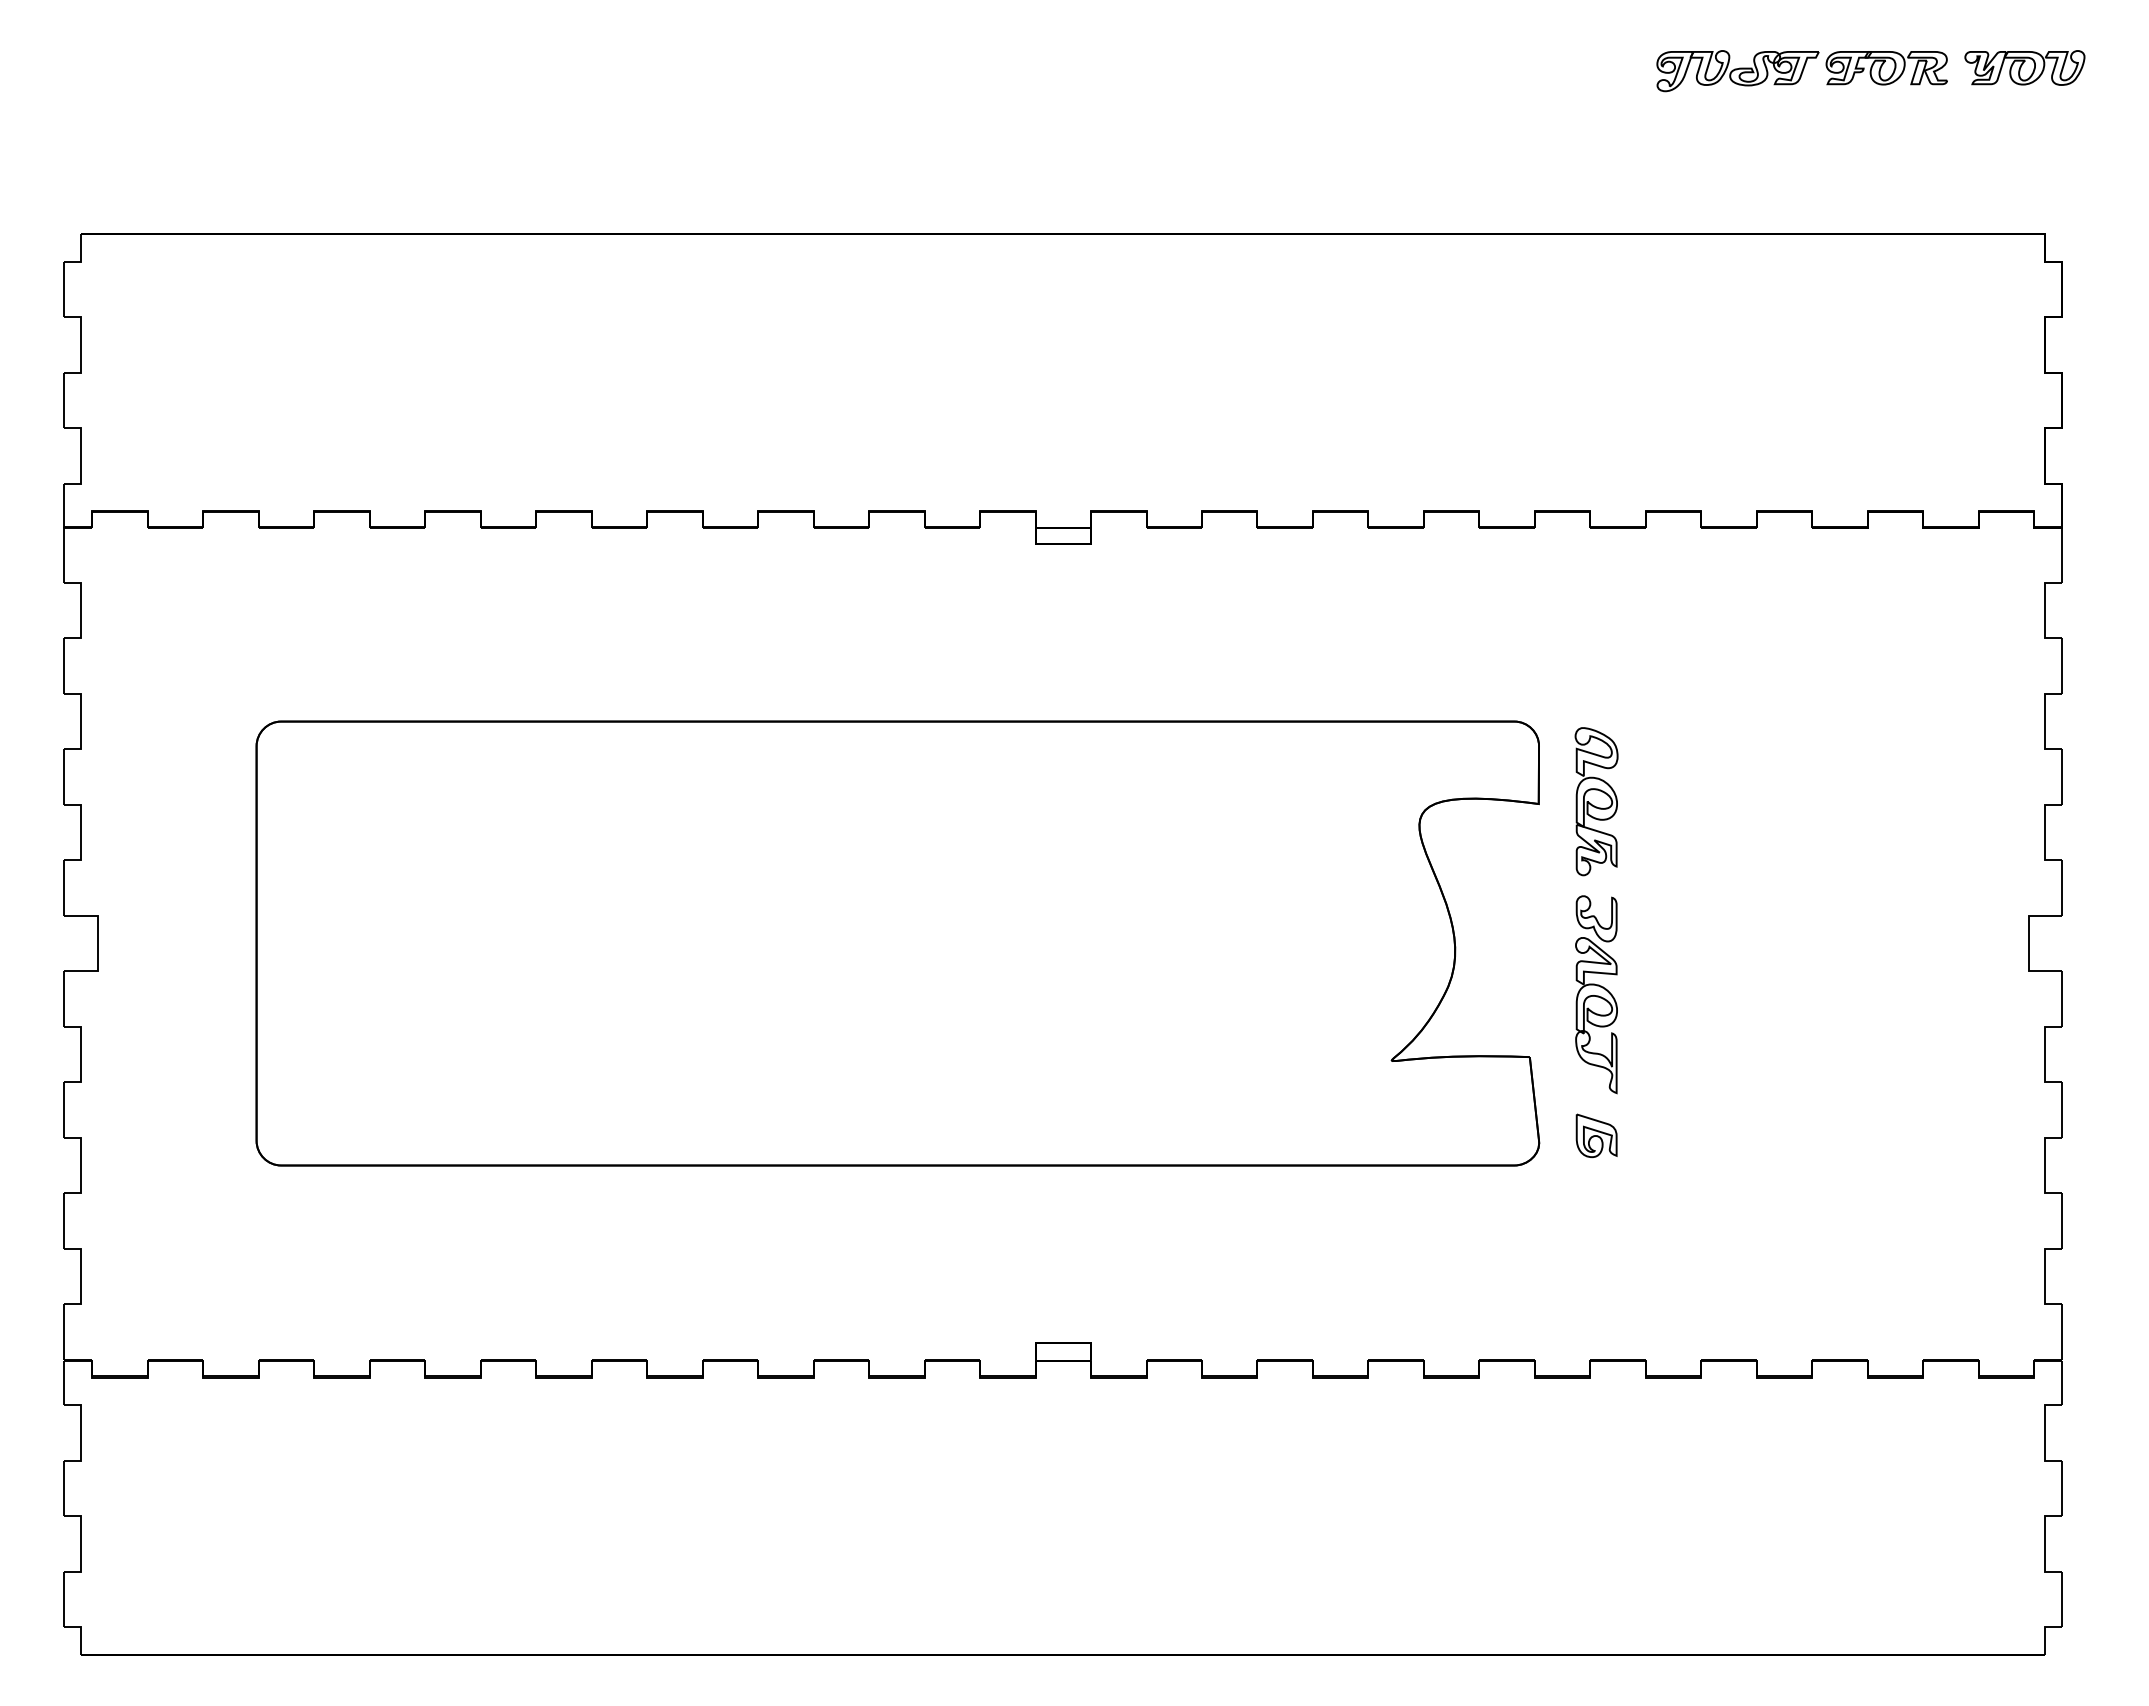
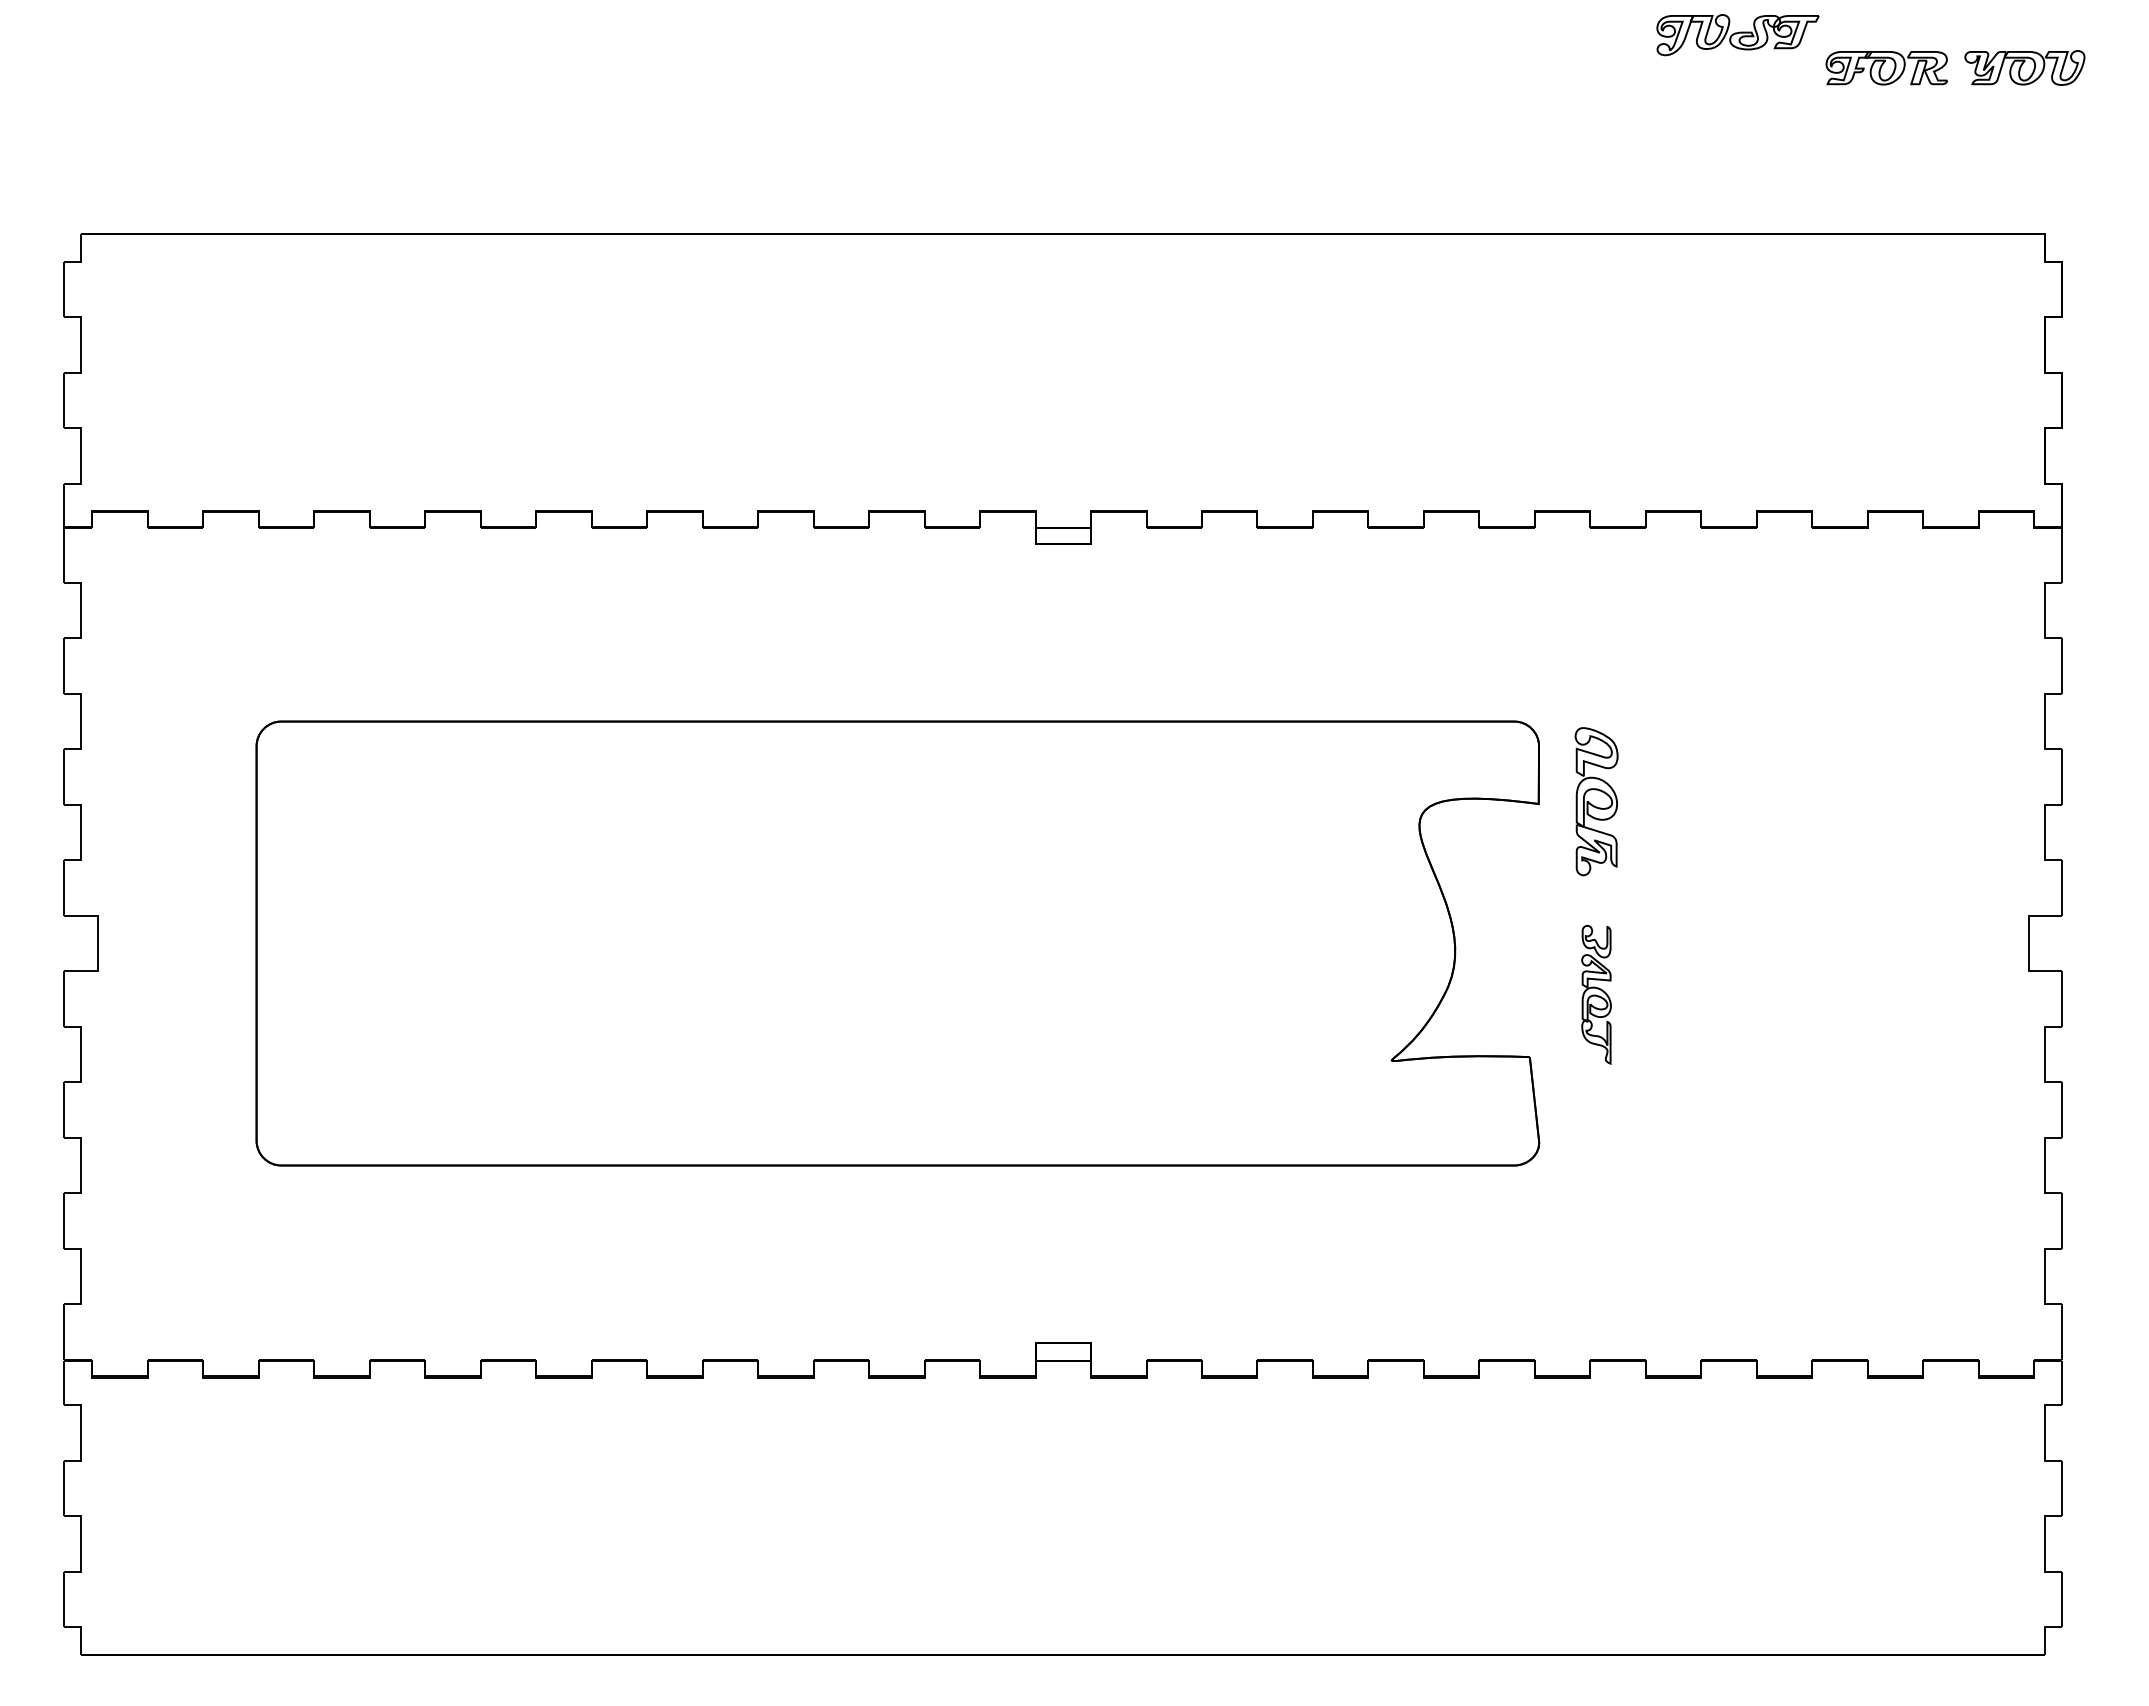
part at (1737, 71) position: (1737, 71) -> (1737, 35)
part at (1596, 994) size: 43x200 px -> 31x140 px
part at (1596, 1135): present -> none
